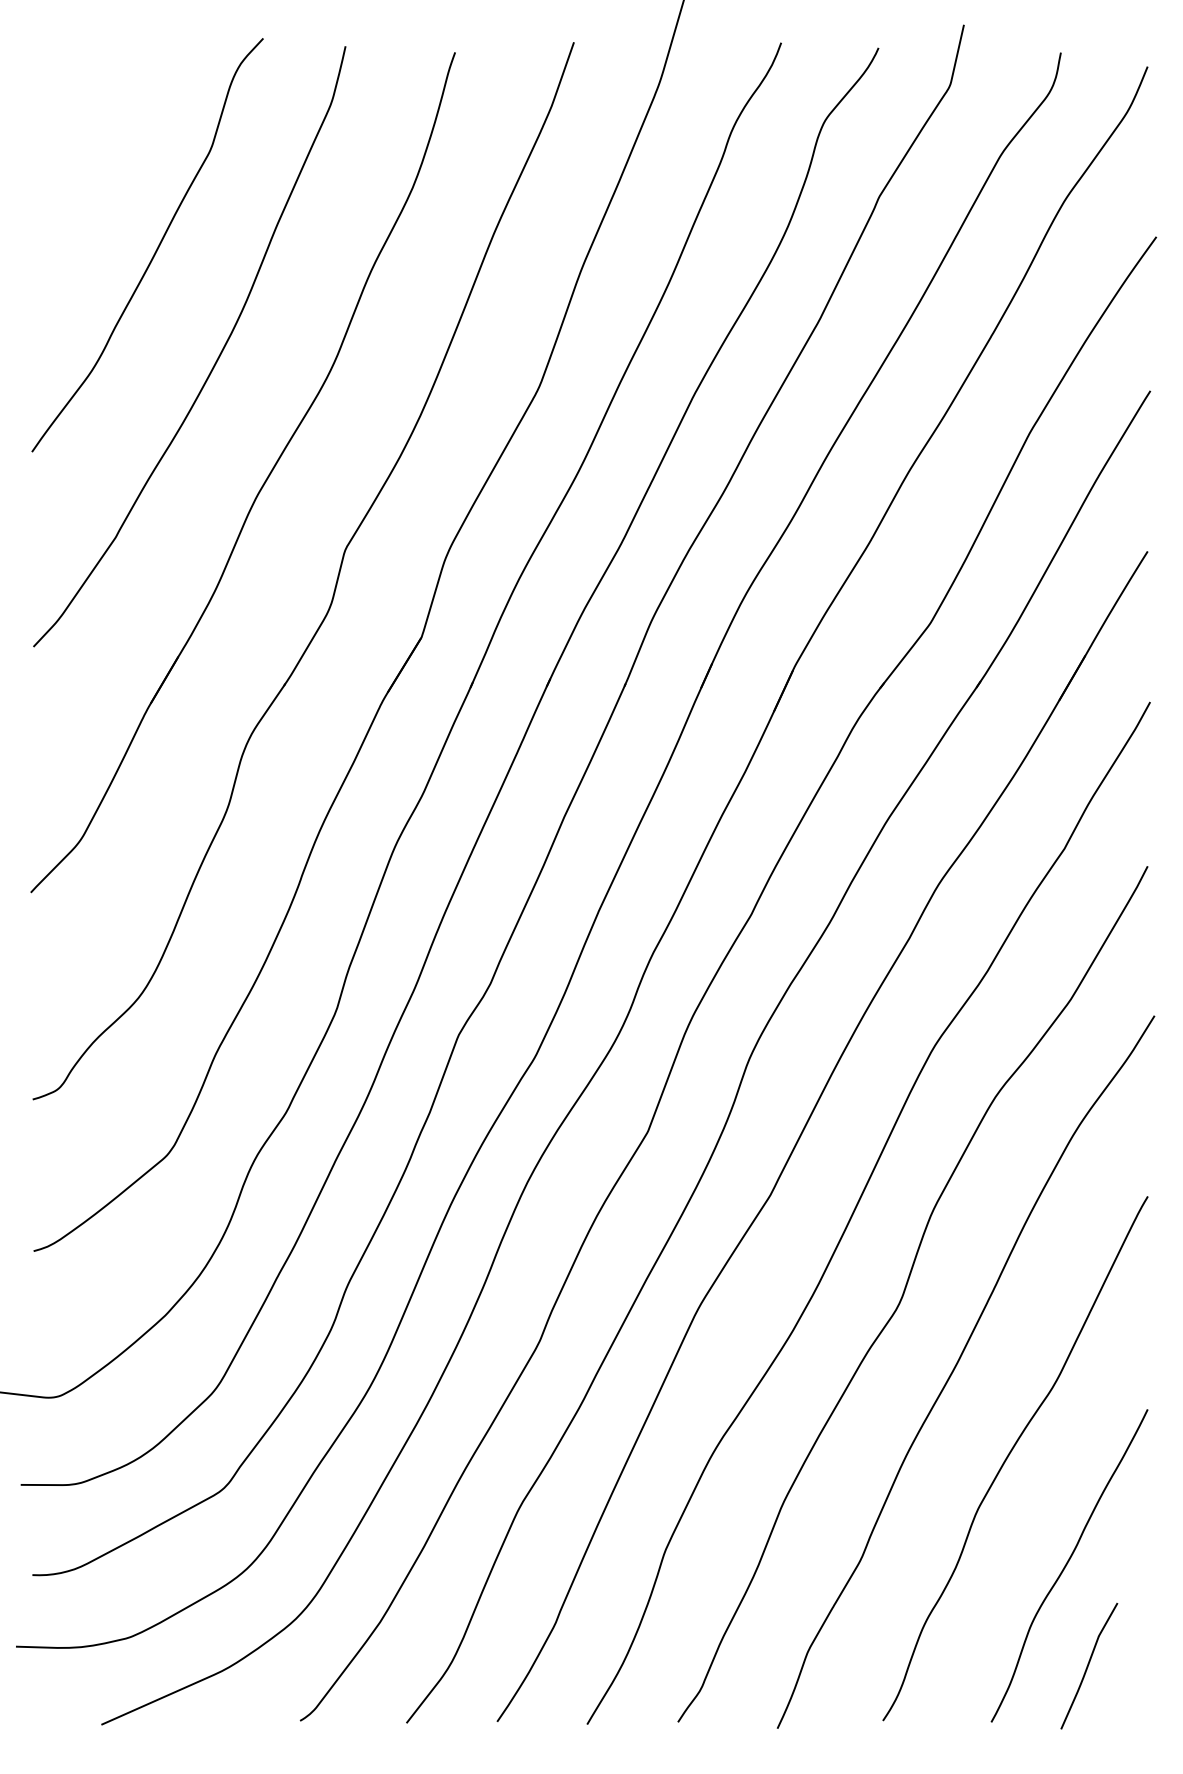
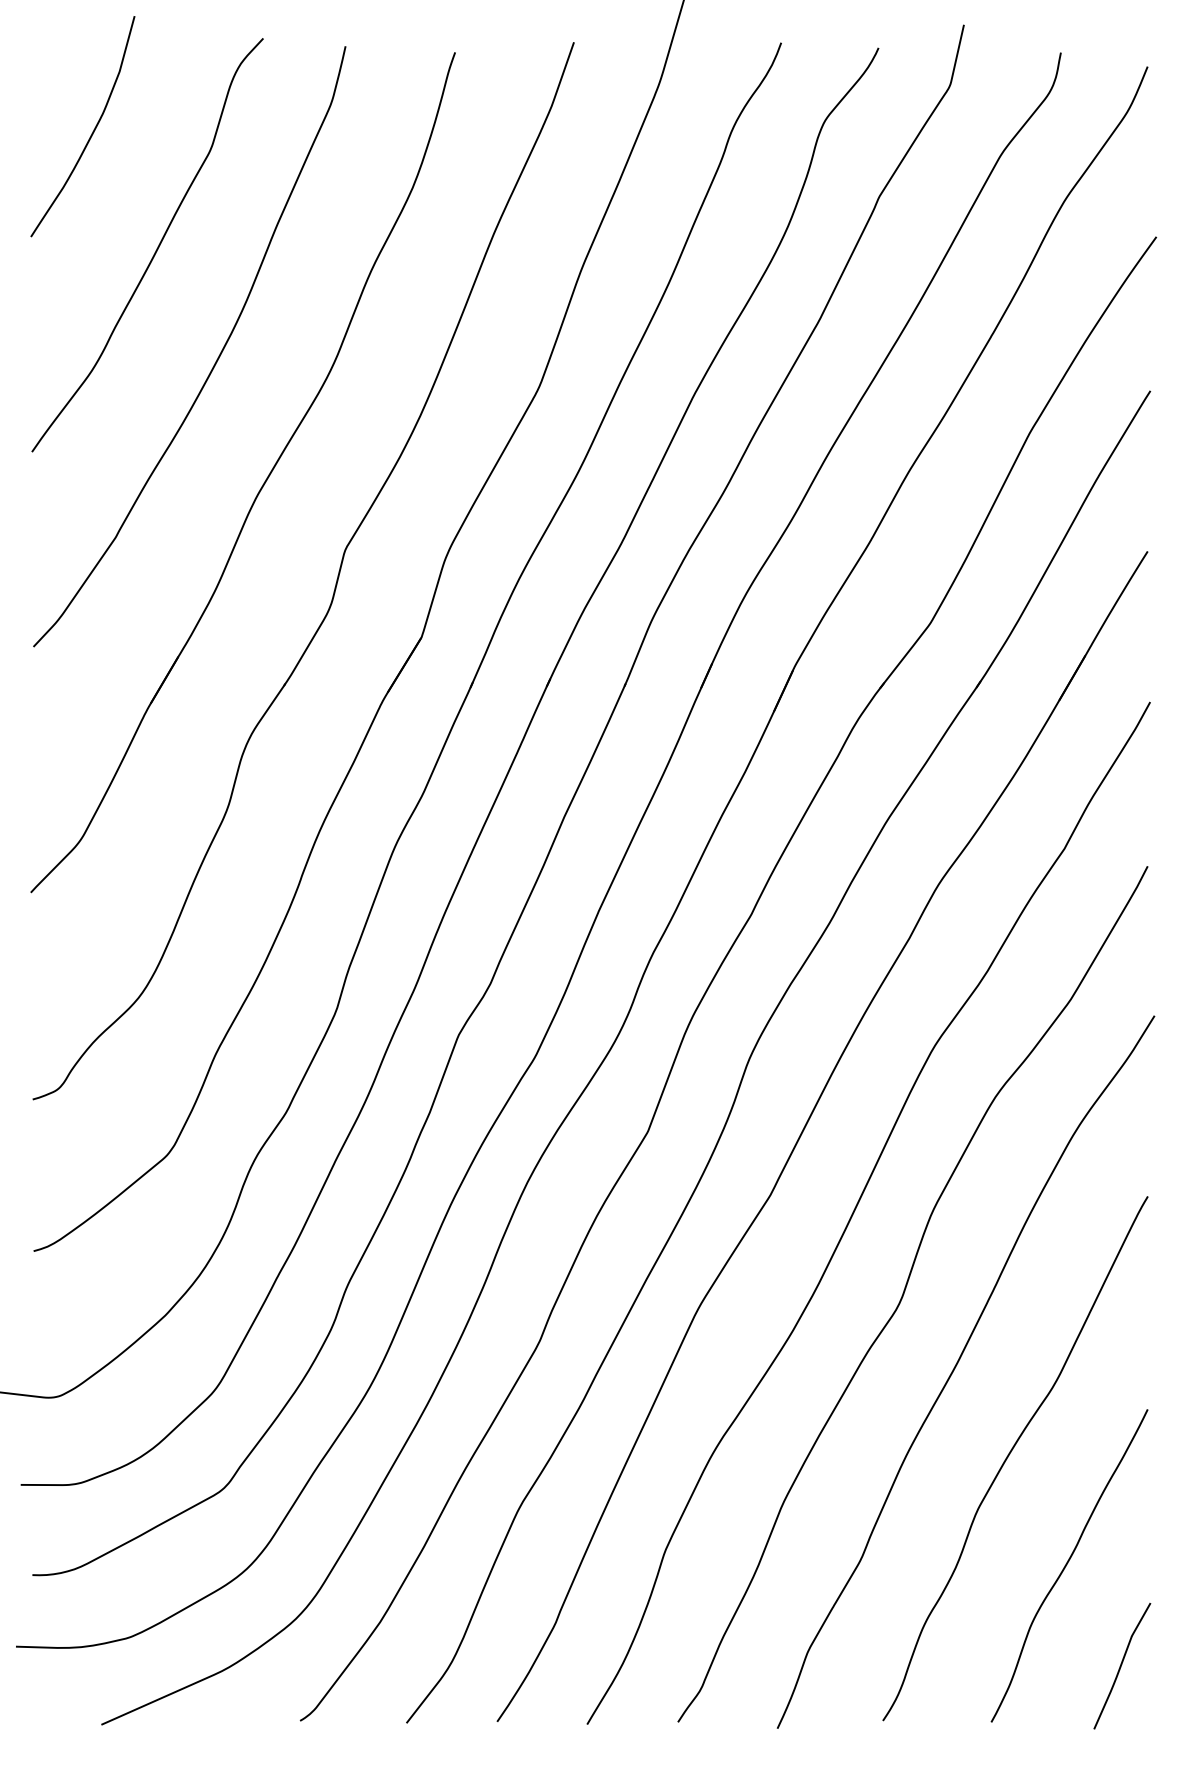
curve at (92, 131): none -> present
curve at (1089, 1664) position: (1089, 1664) -> (1122, 1664)
